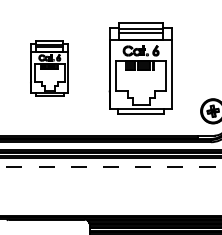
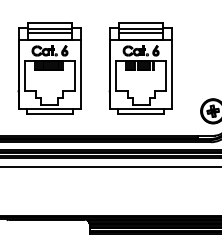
part at (49, 68) size: 39x57 px -> 65x93 px
line at (110, 166): dashed -> solid
